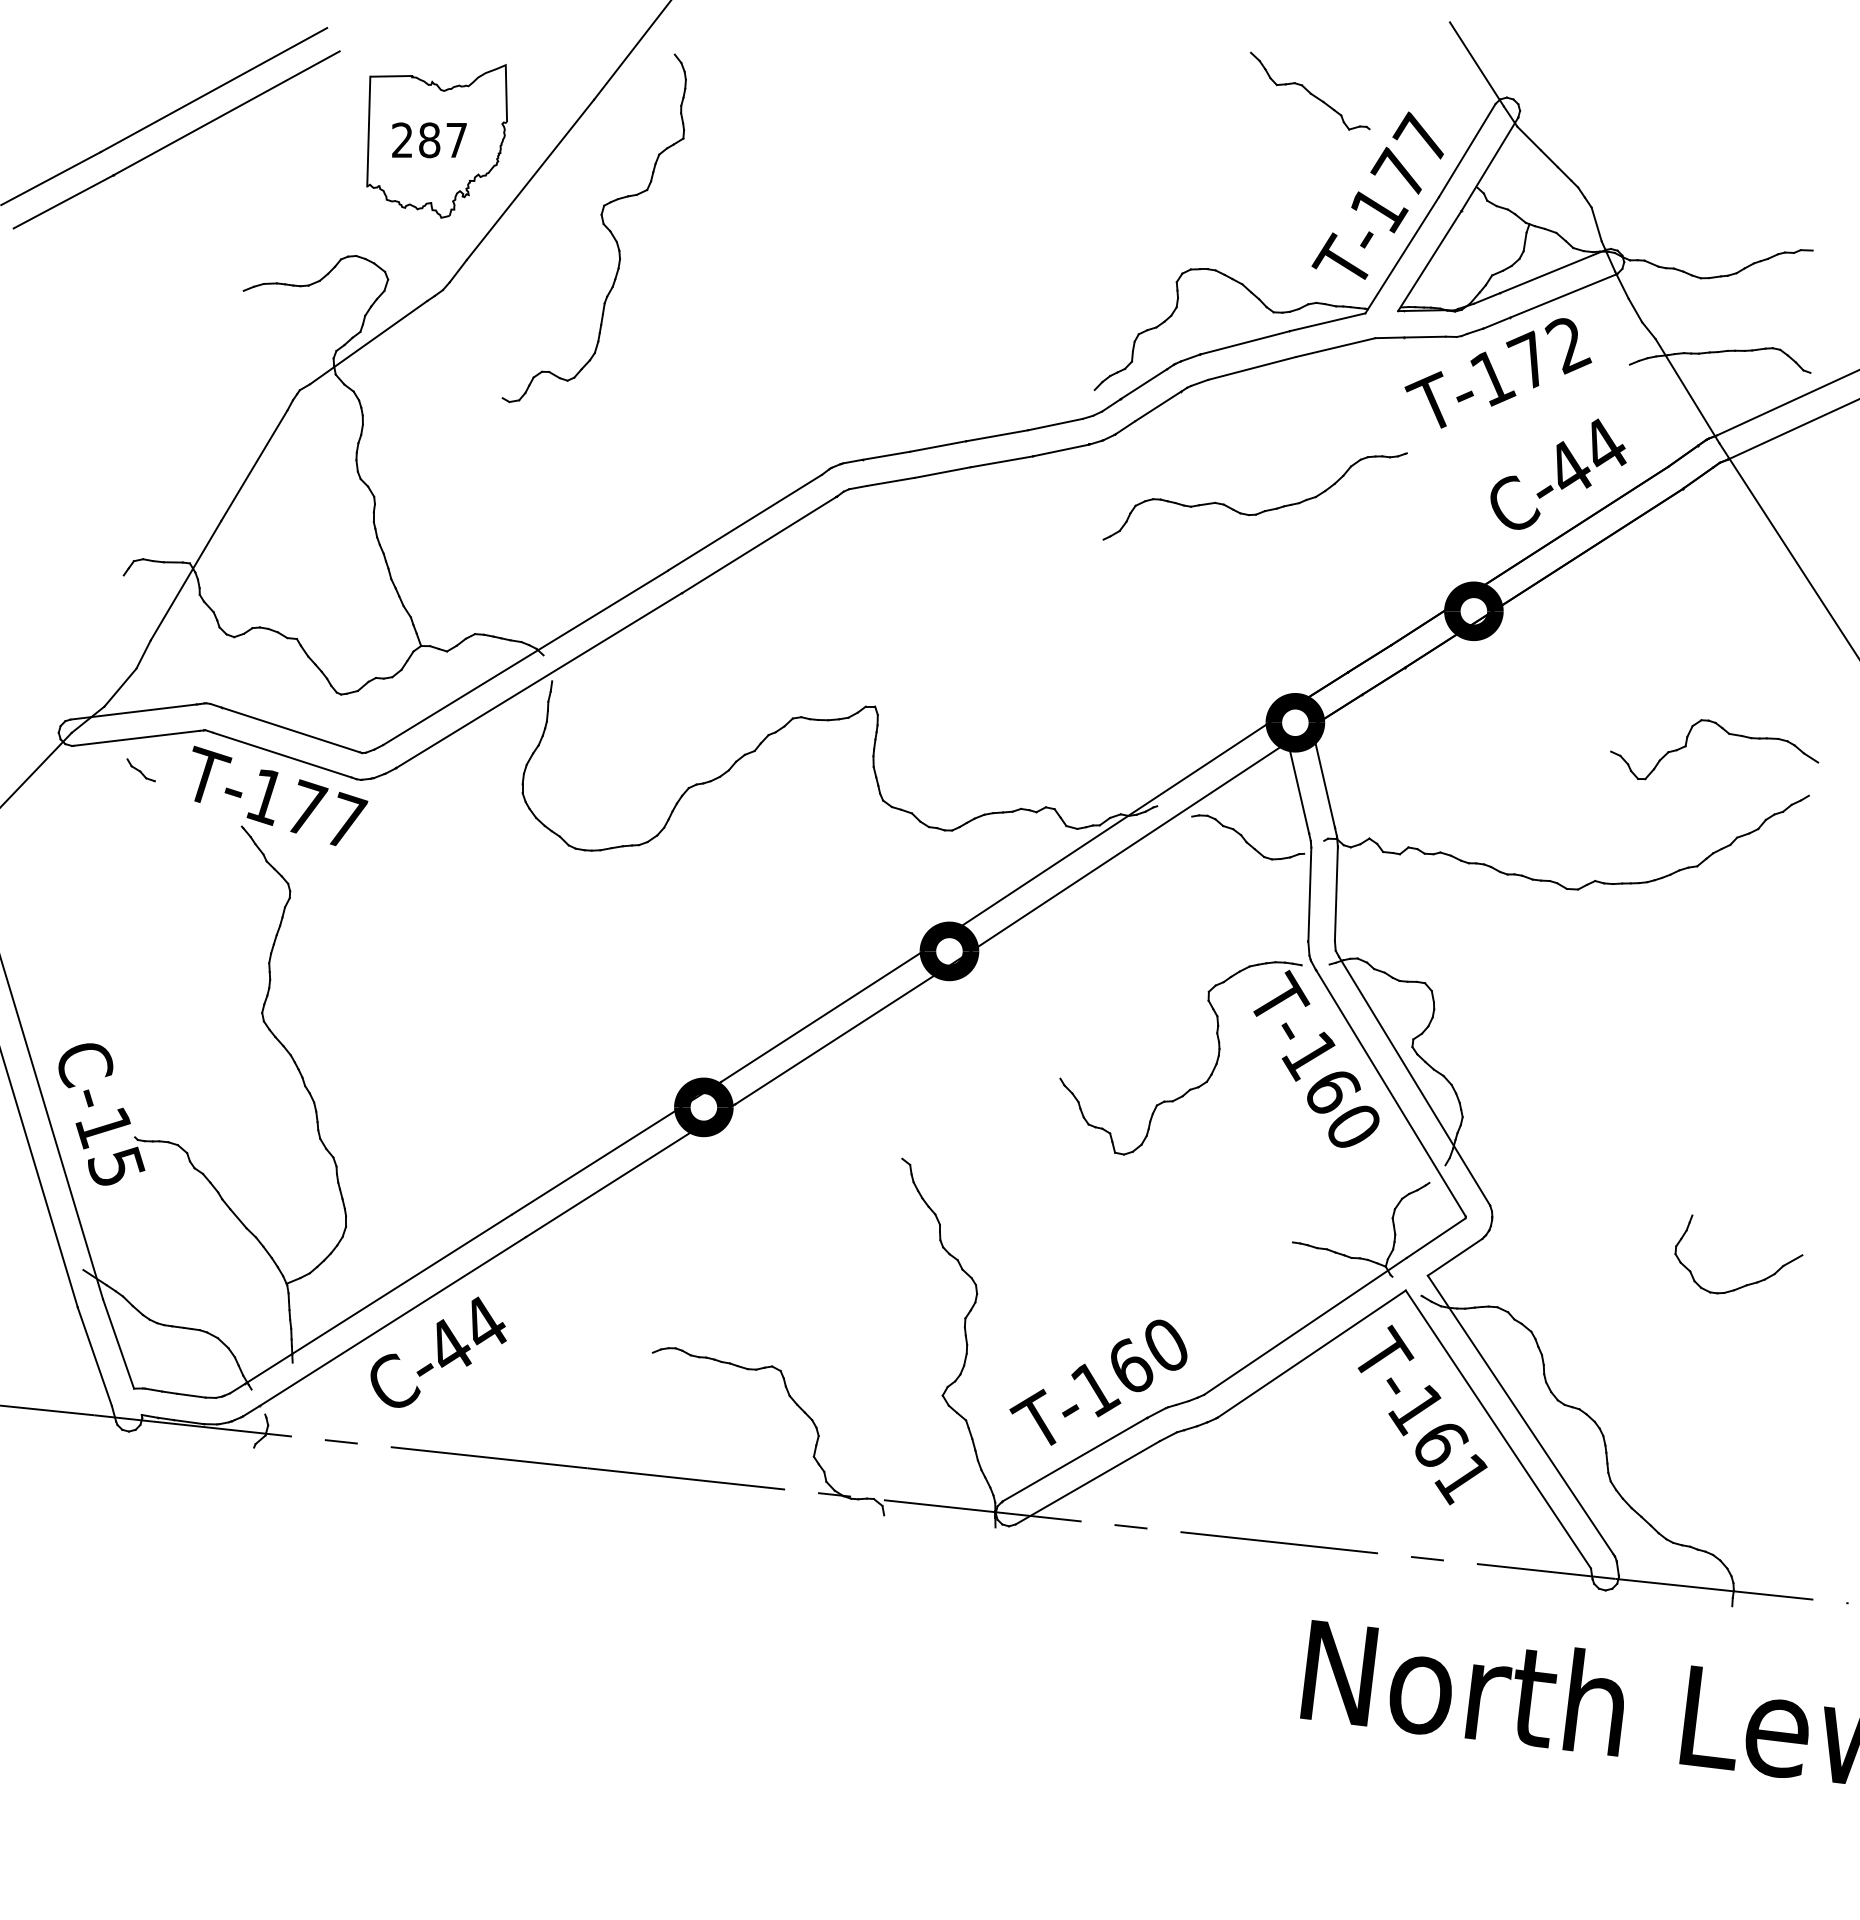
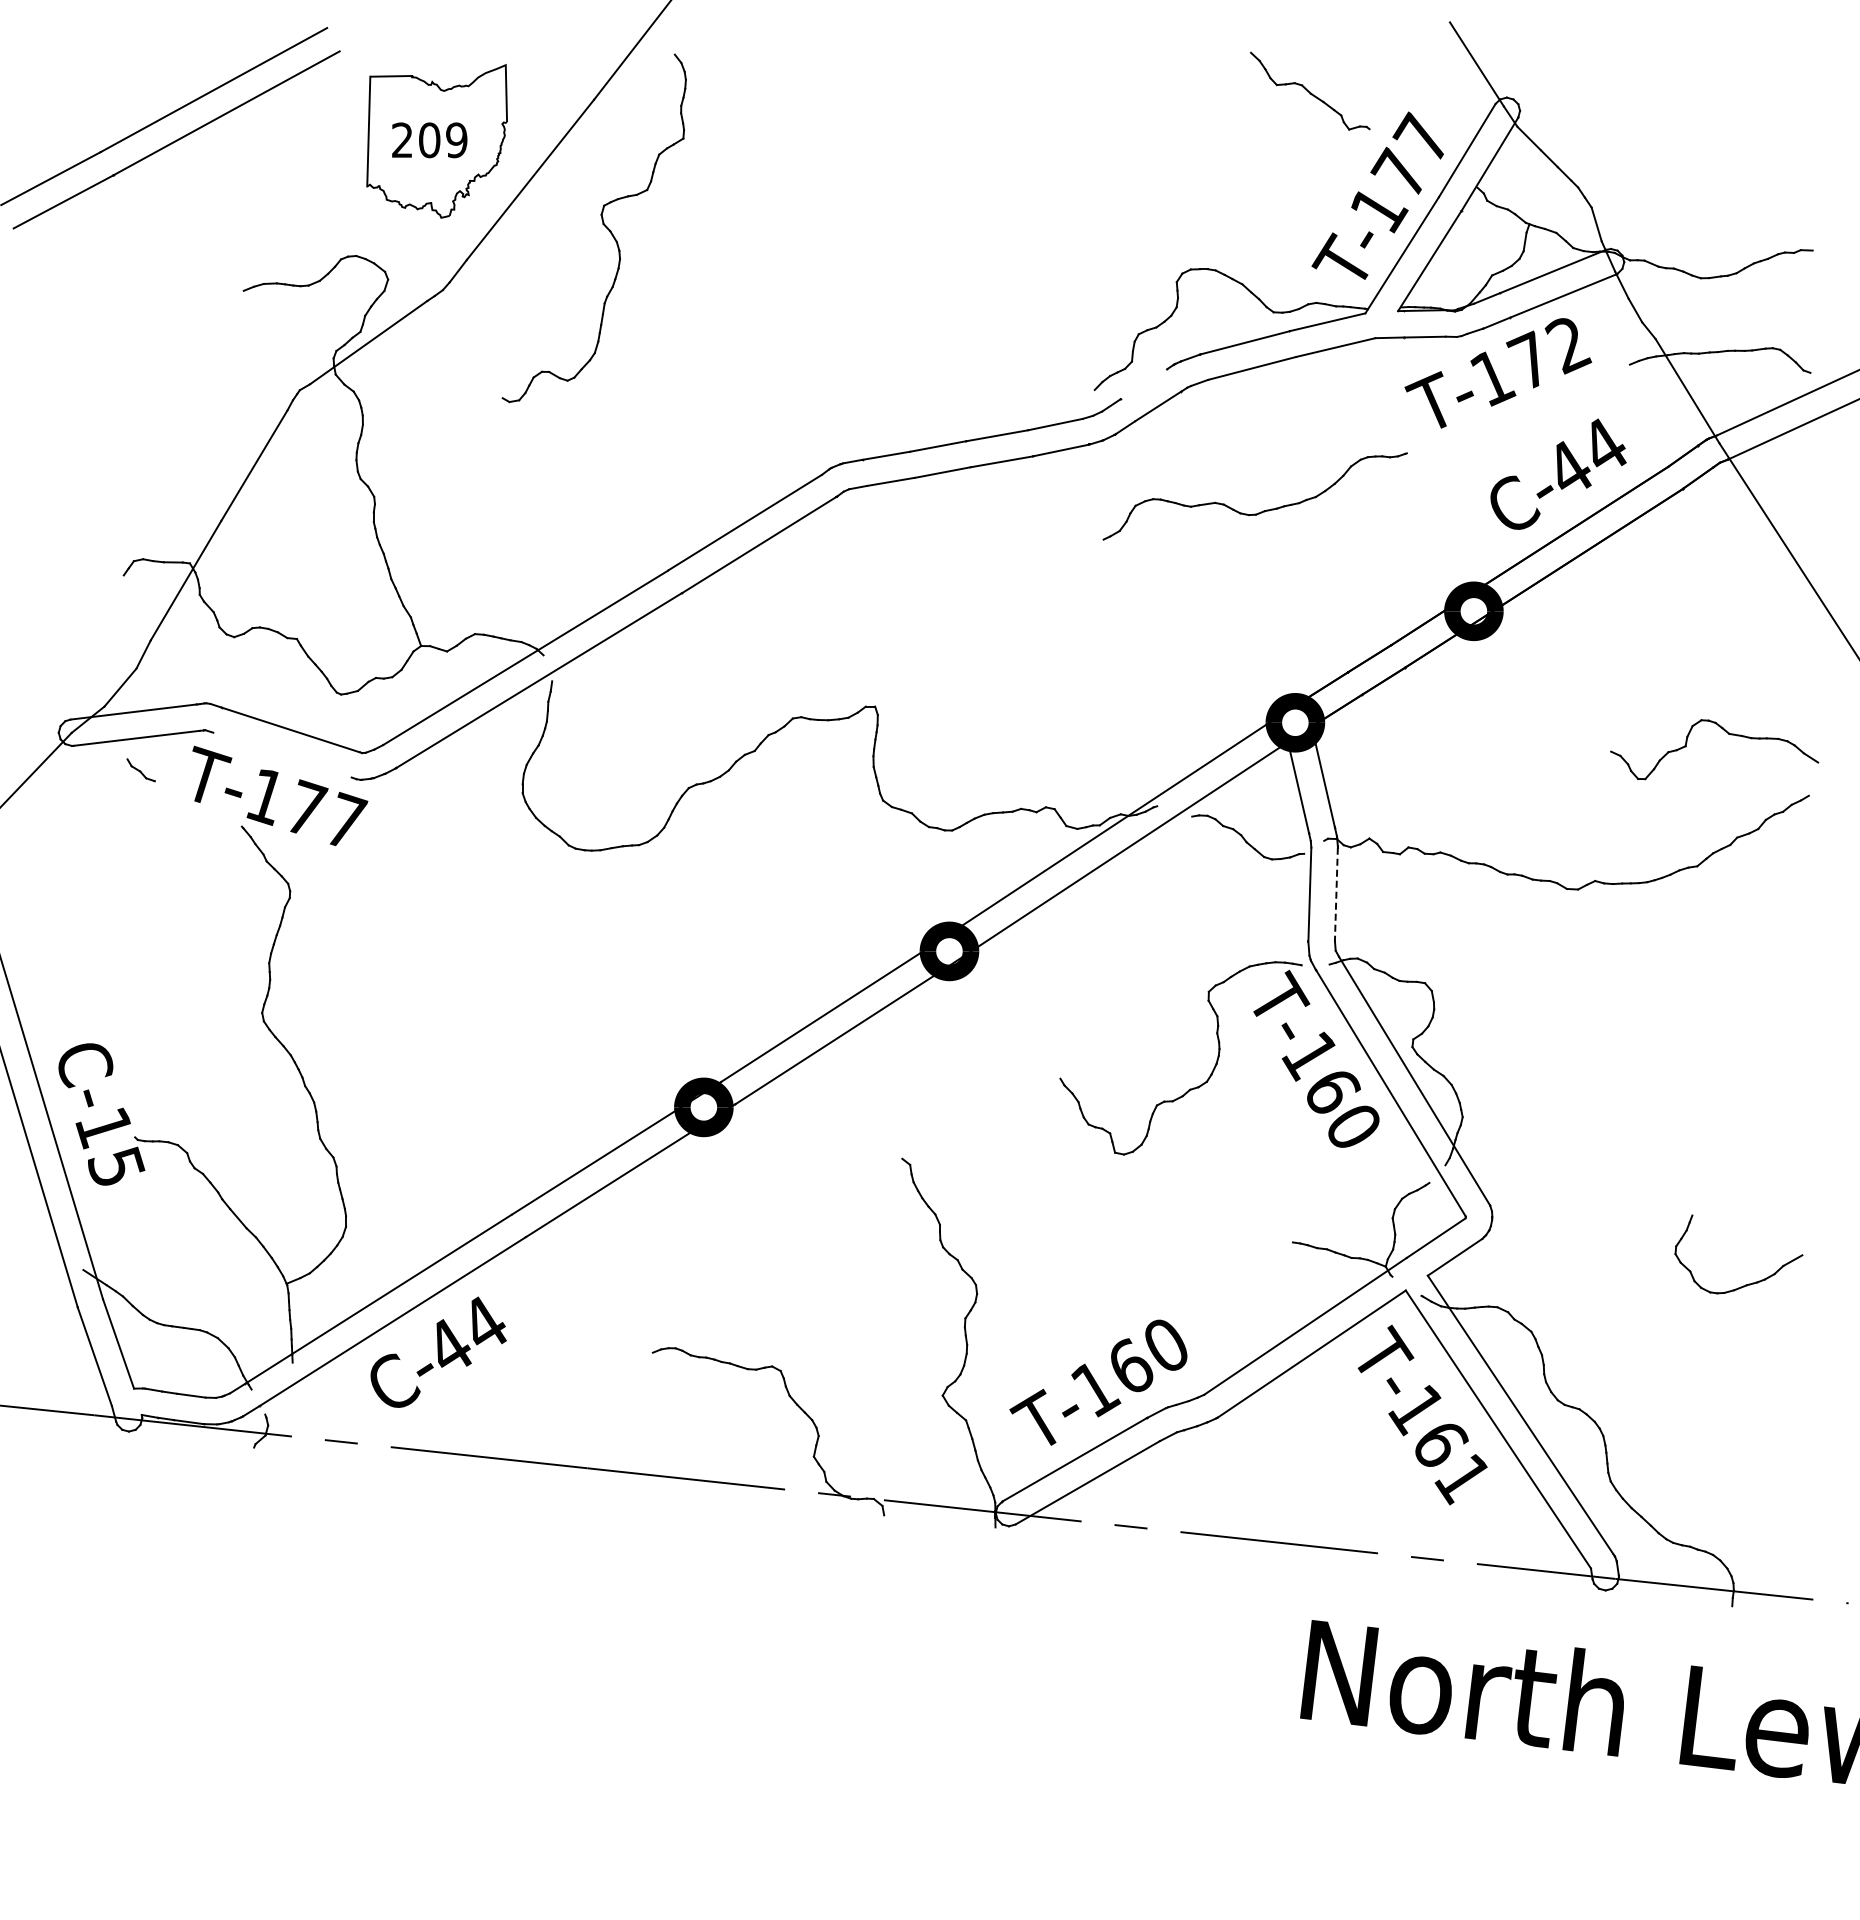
text at (443, 140): 287 -> 209
line at (1143, 384): present -> none
line at (282, 754): present -> none
line at (1336, 894): solid -> dashed
